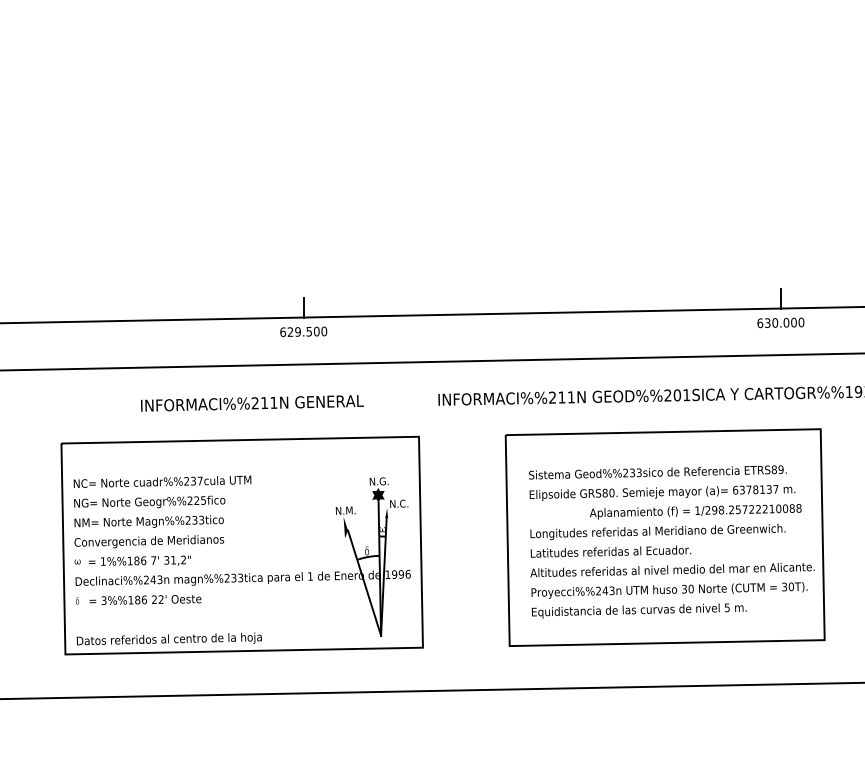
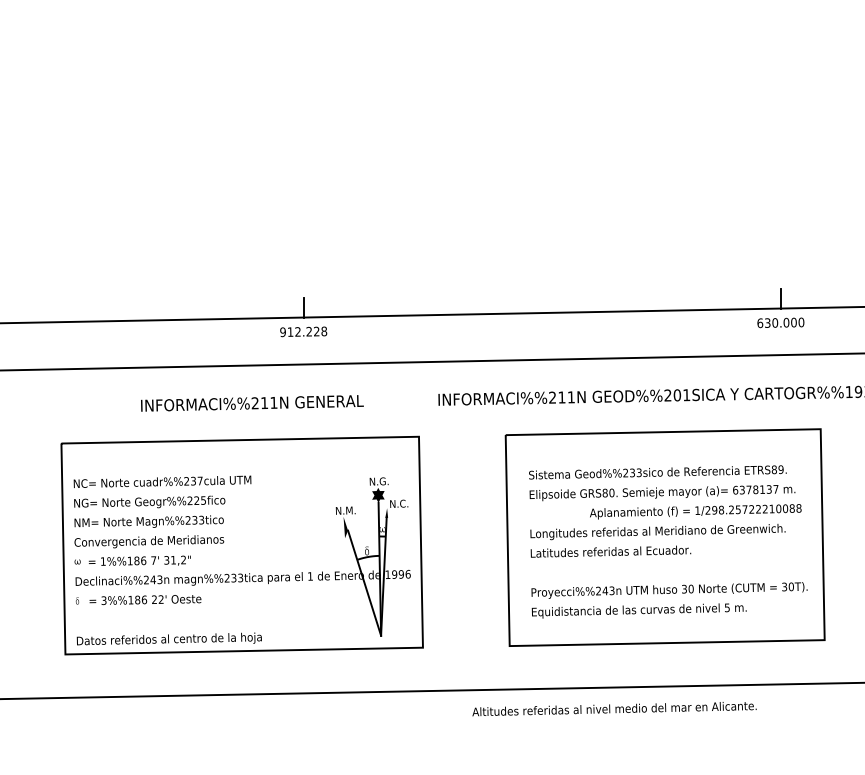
text at (303, 331): 629.500 -> 912.228
text at (672, 570) position: (672, 570) -> (614, 709)
